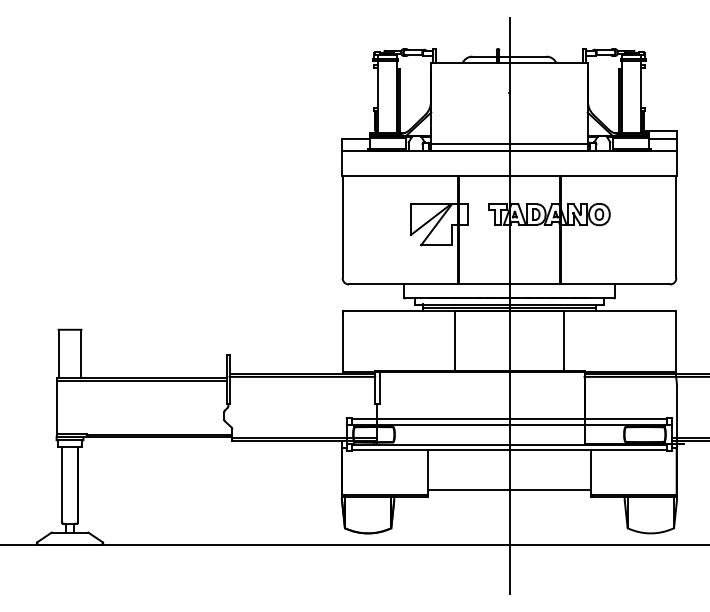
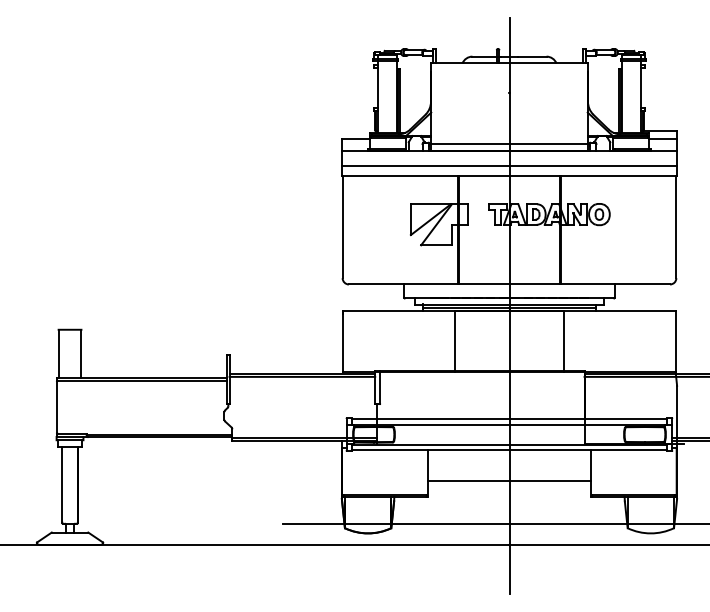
line at (509, 165): none -> present
line at (509, 489) position: (509, 489) -> (509, 480)
line at (494, 524): none -> present
